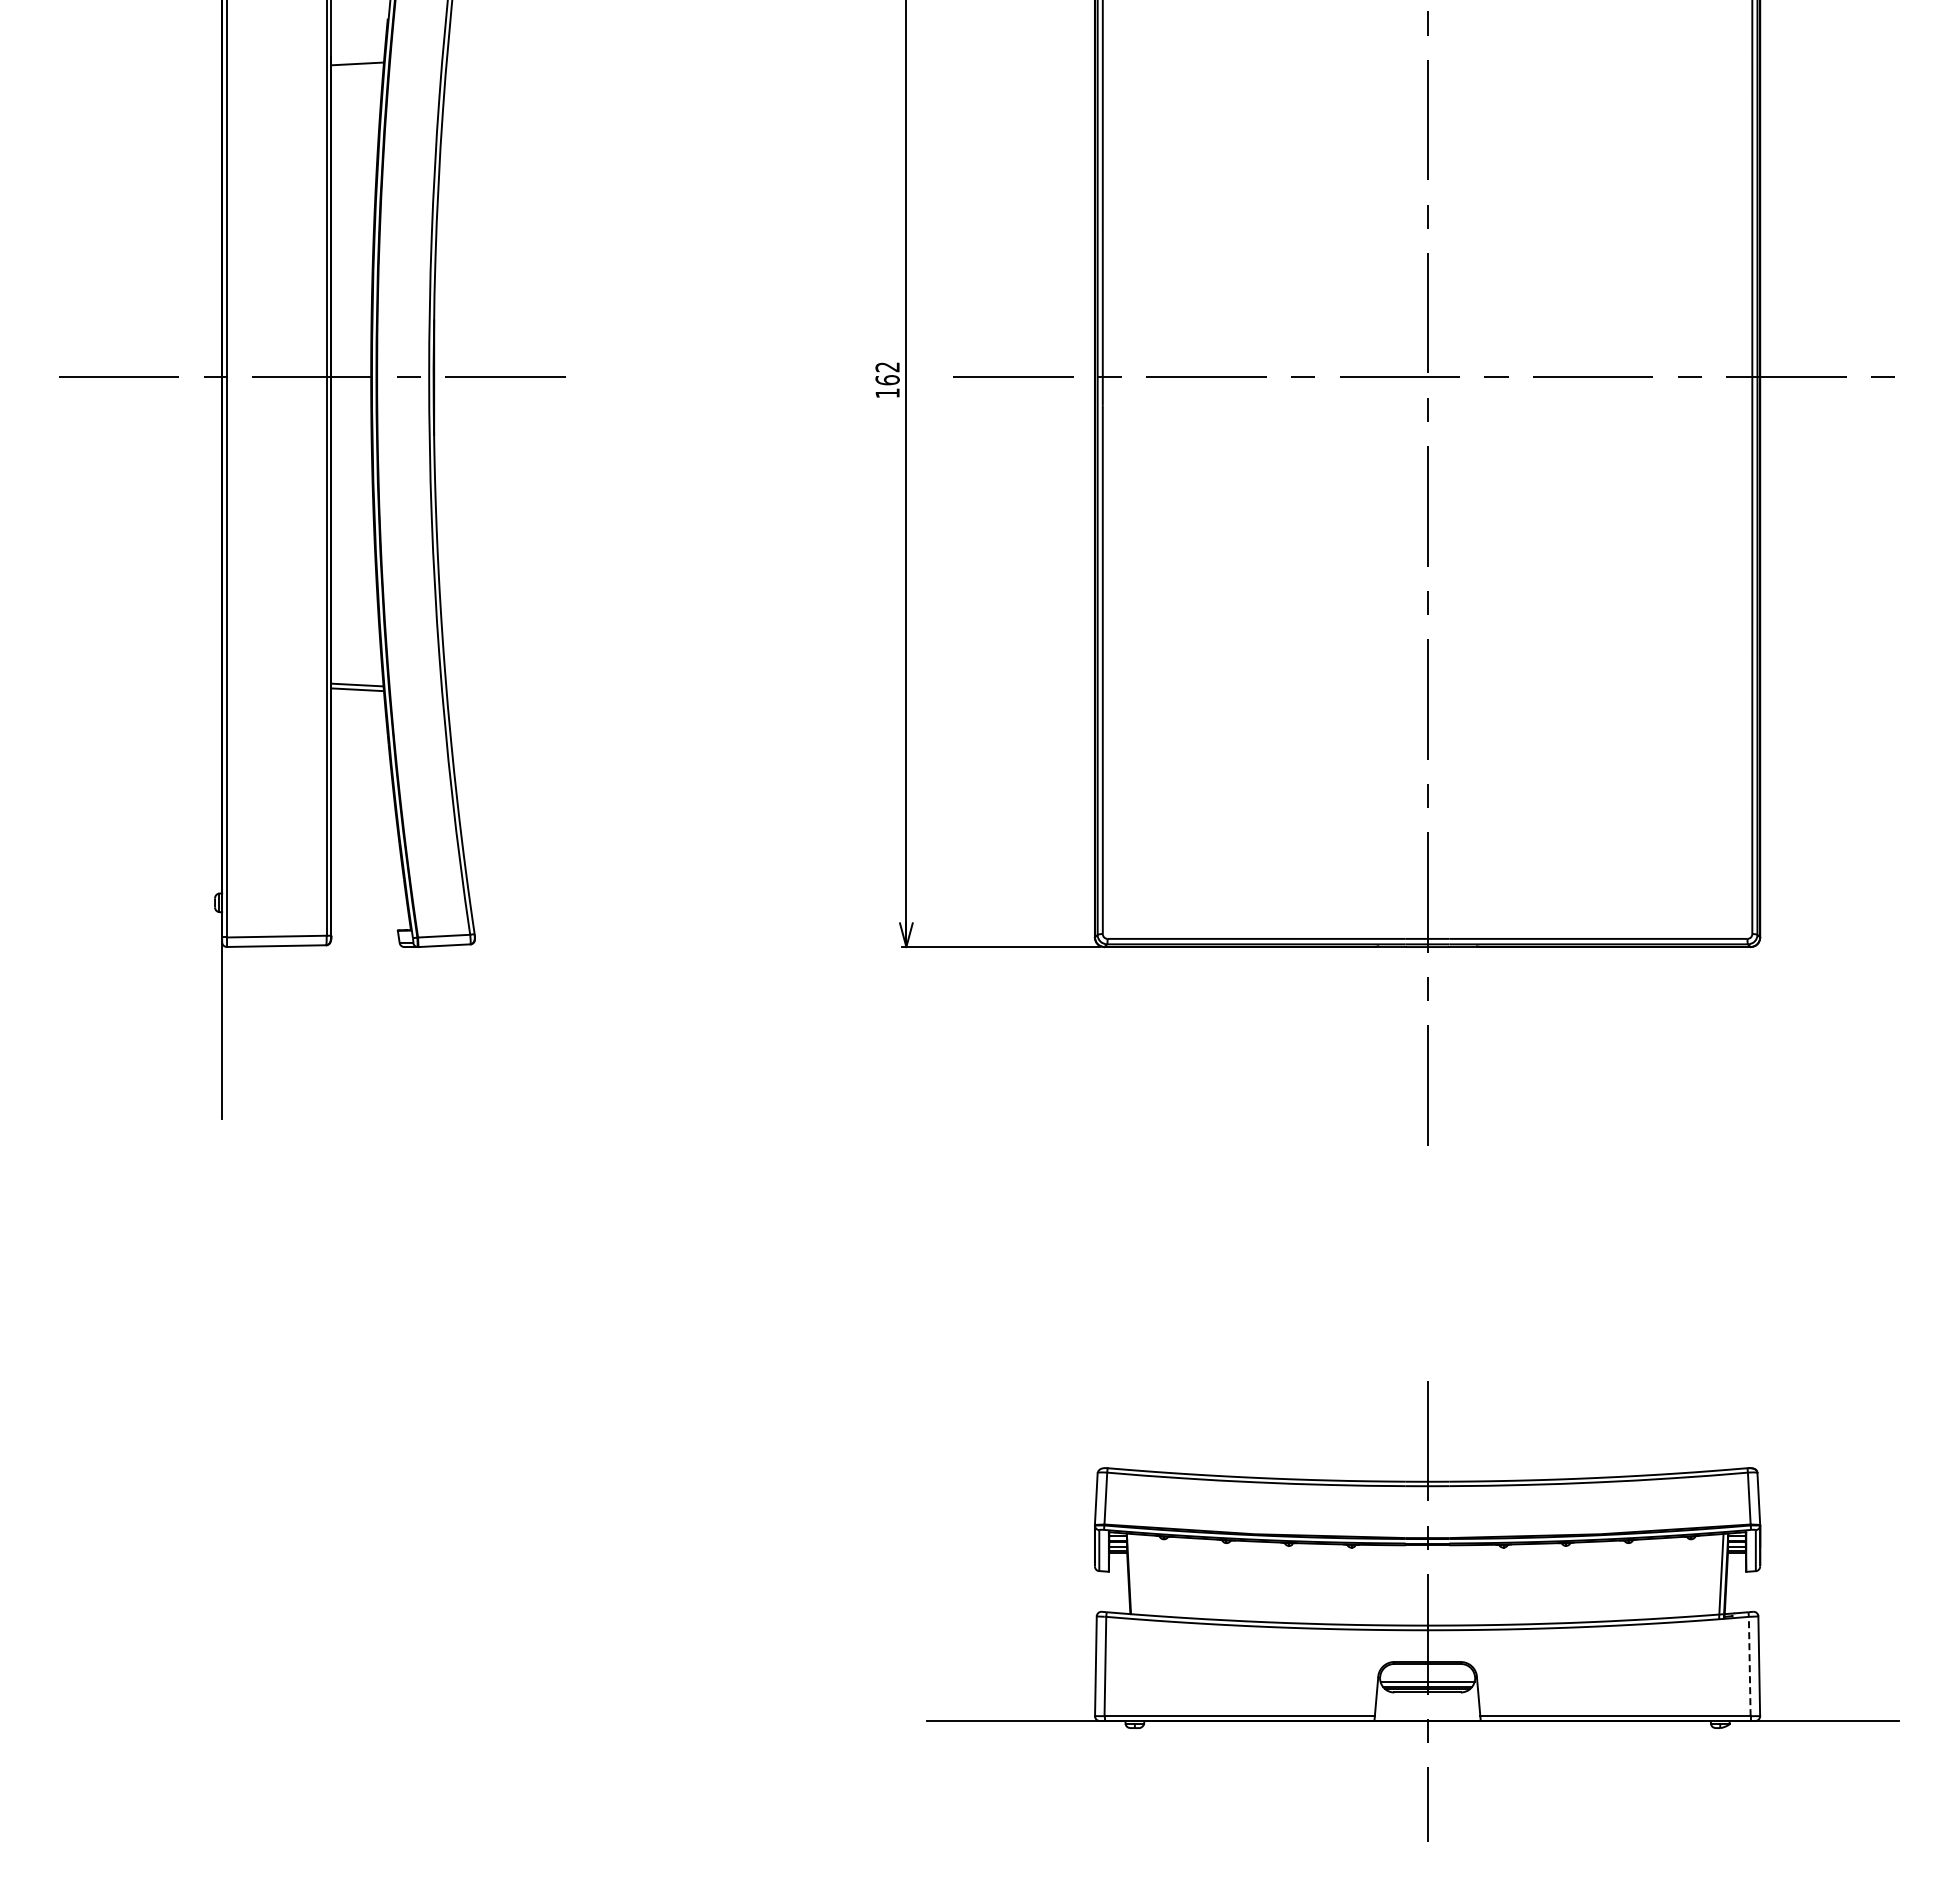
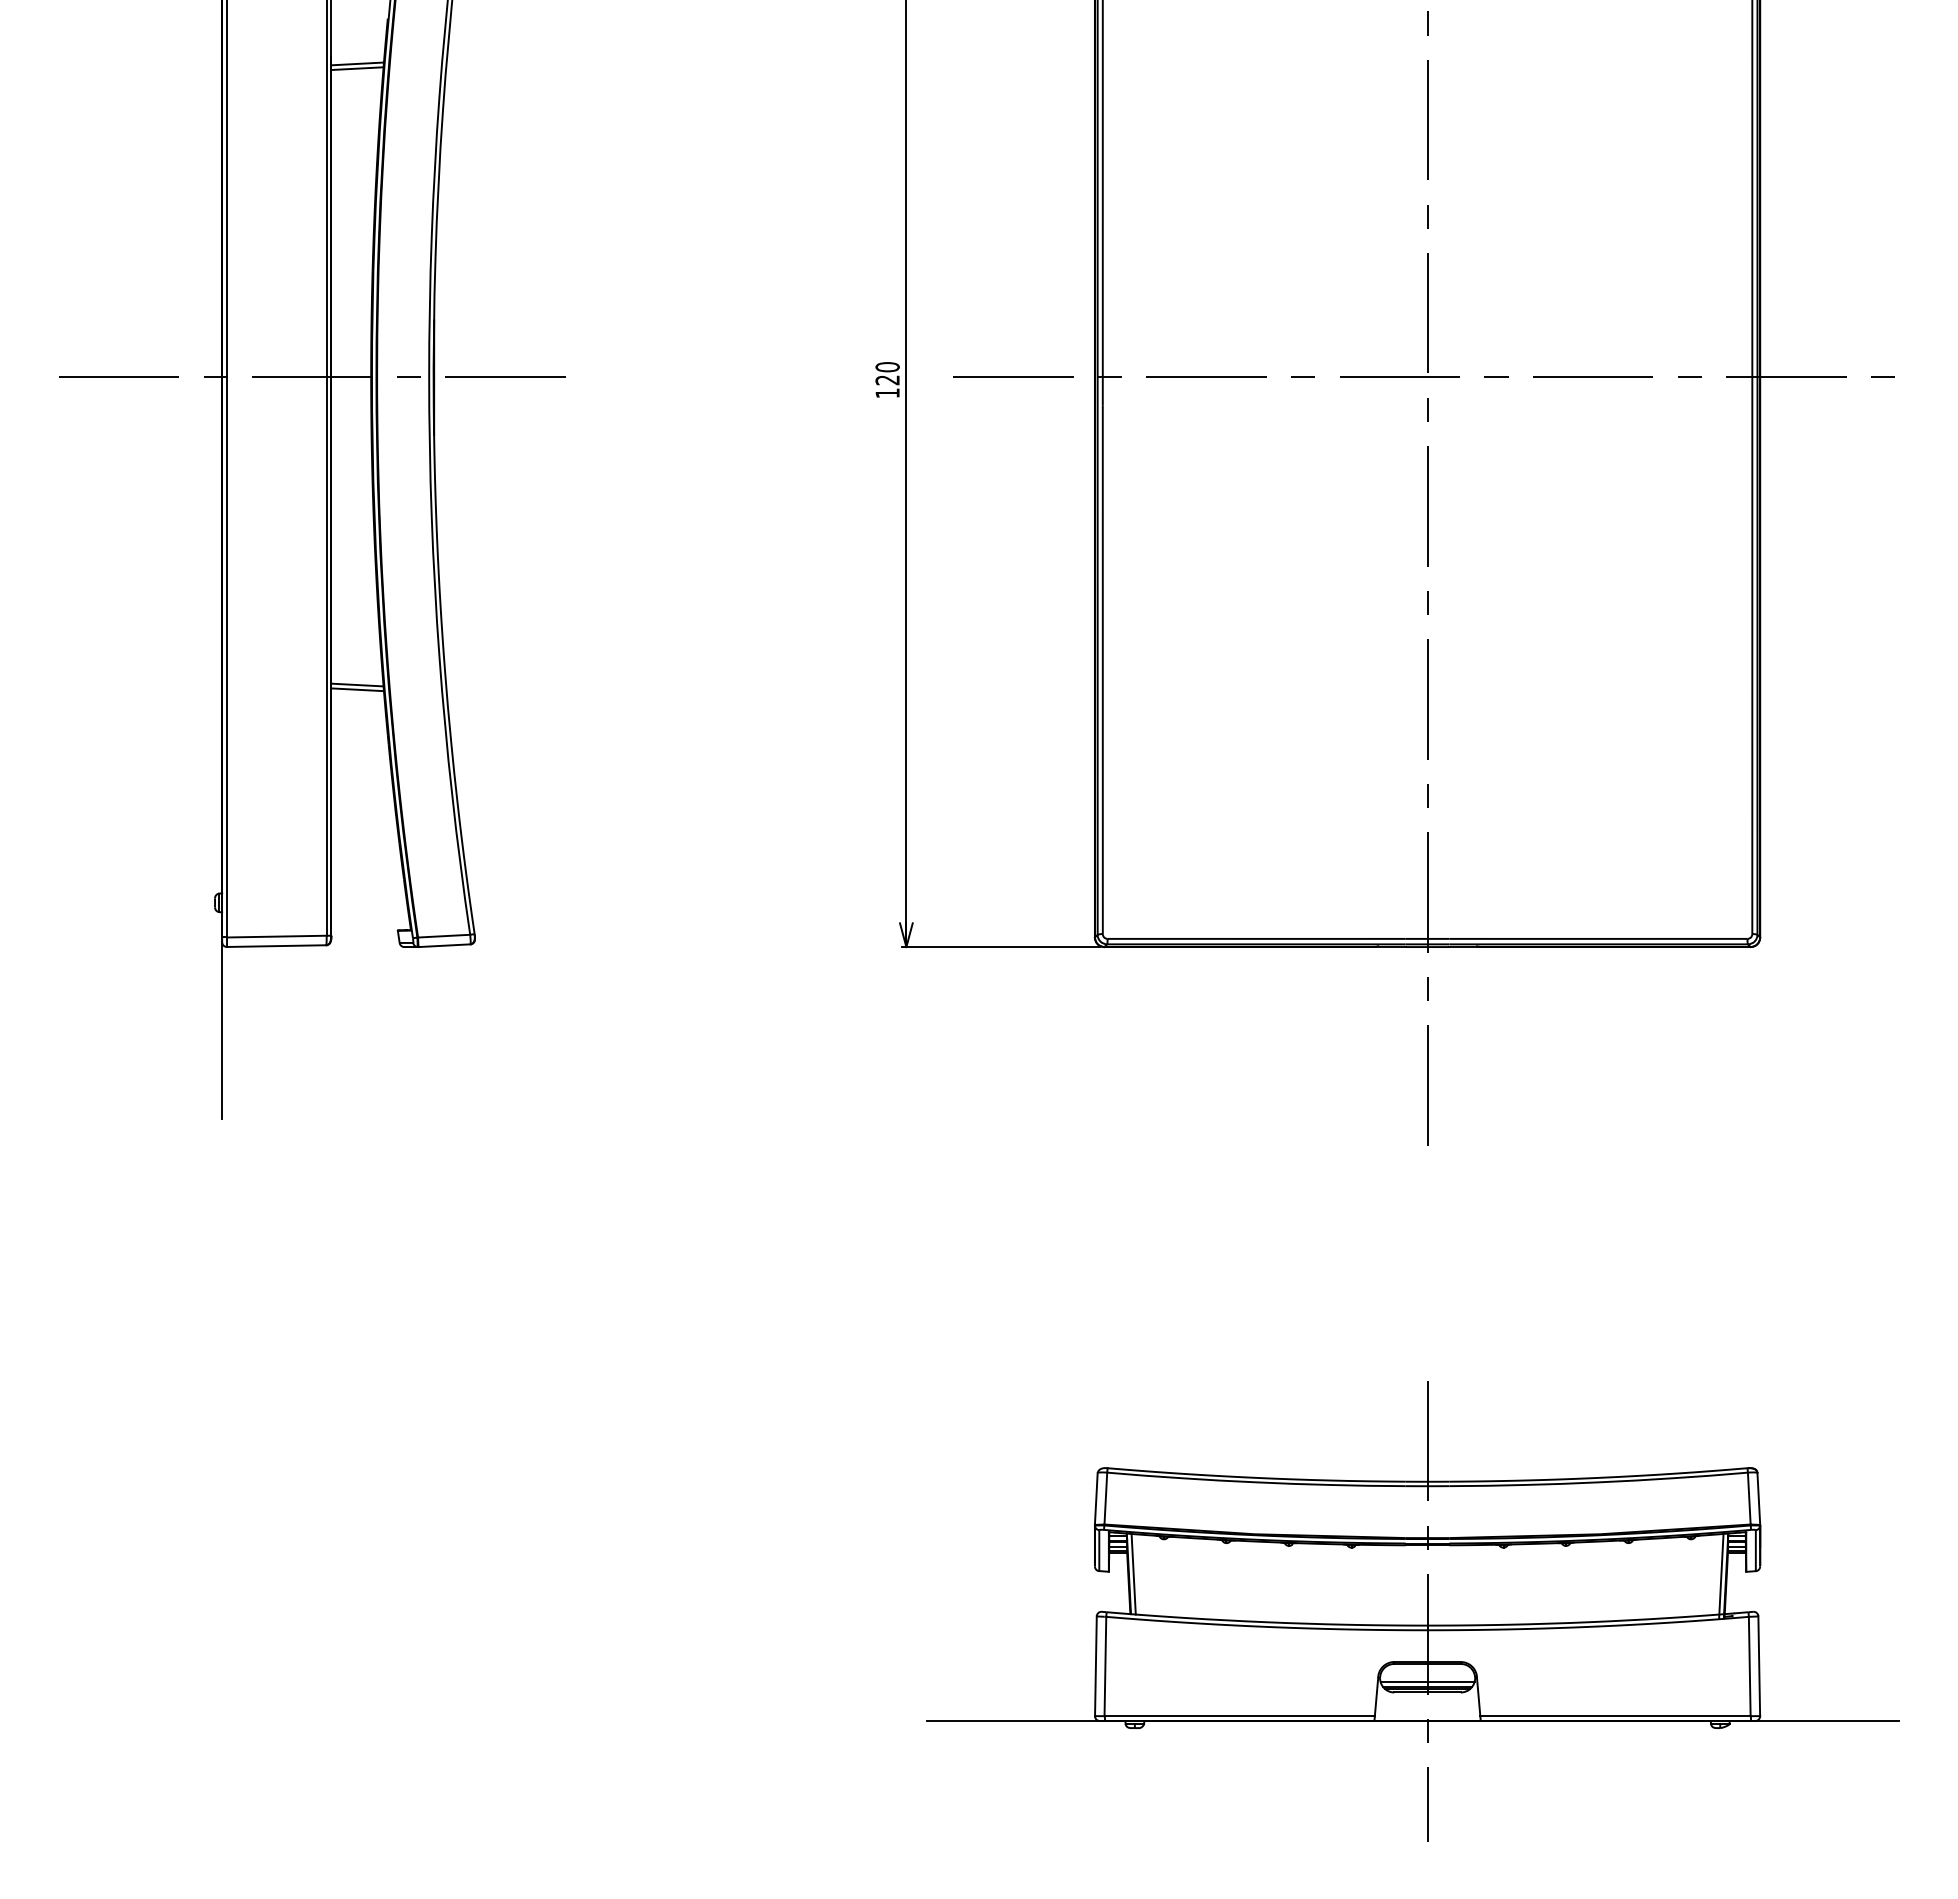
line at (357, 68): none -> present
text at (887, 373): 162 -> 120
line at (1133, 1573): none -> present
line at (1749, 1666): dashed -> solid
